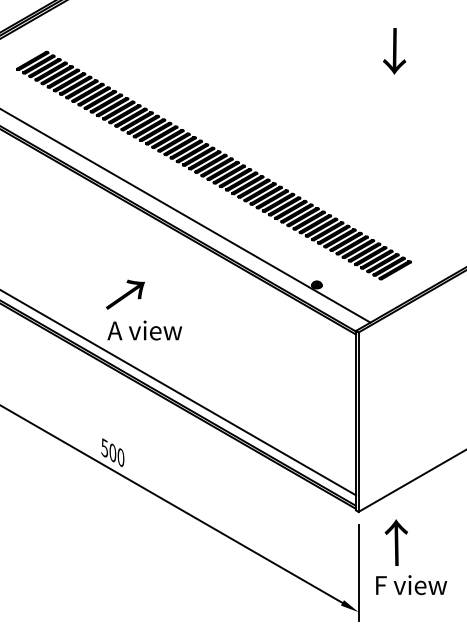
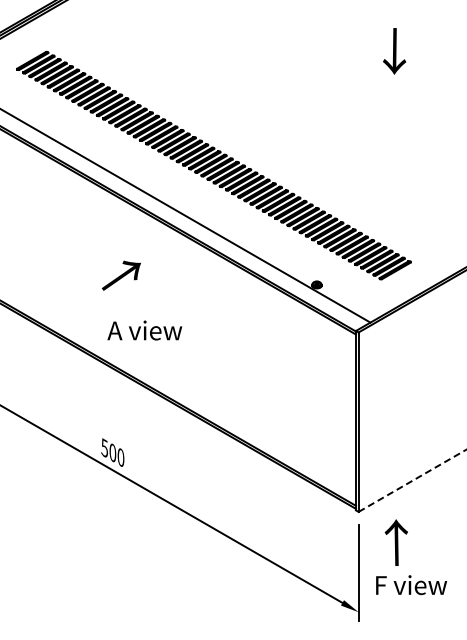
text at (125, 294) position: (125, 294) -> (121, 275)
line at (178, 393): present -> none
line at (413, 480): solid -> dashed
